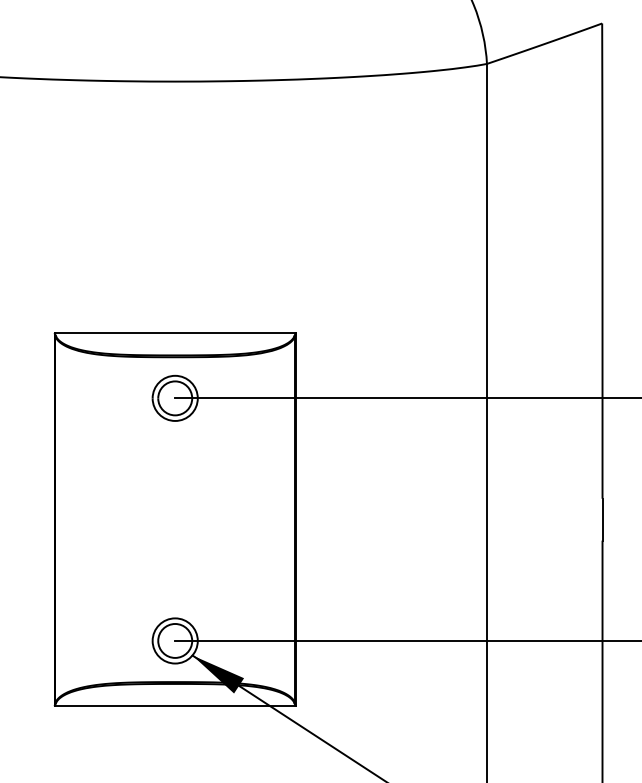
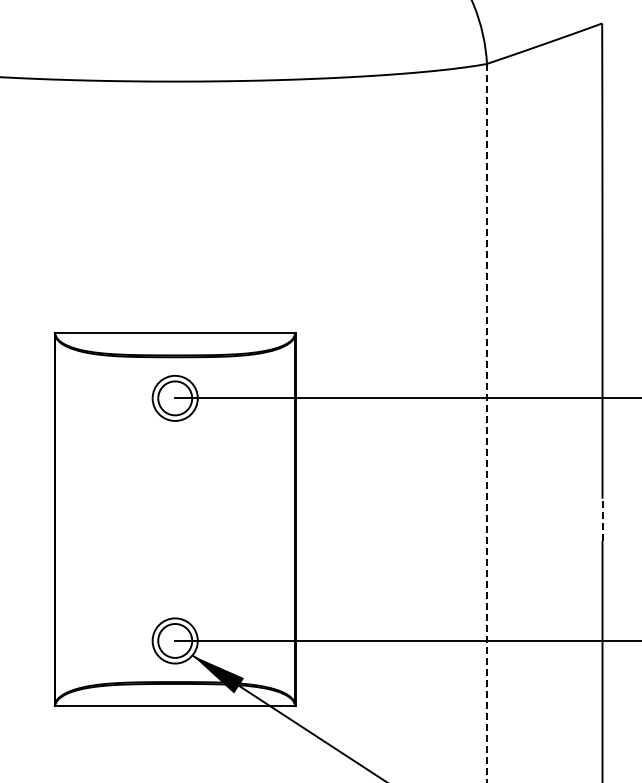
line at (486, 423): solid -> dashed
line at (602, 519): solid -> dashed
